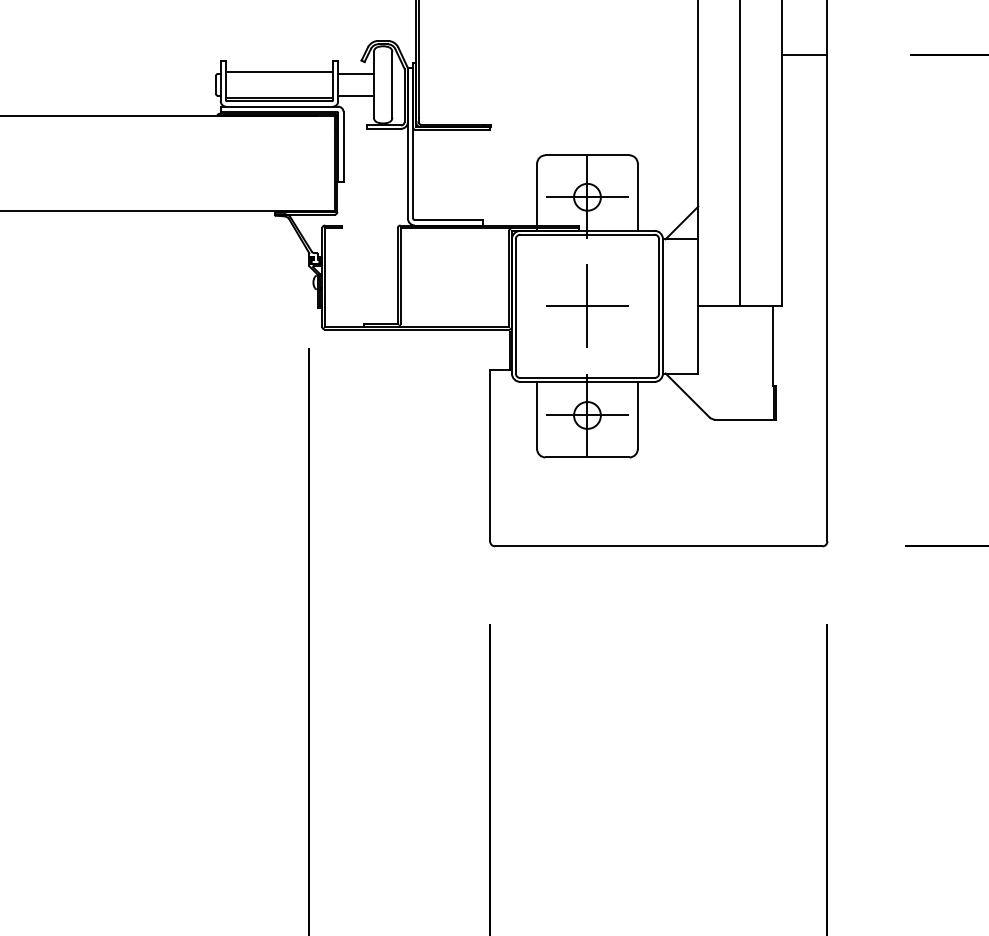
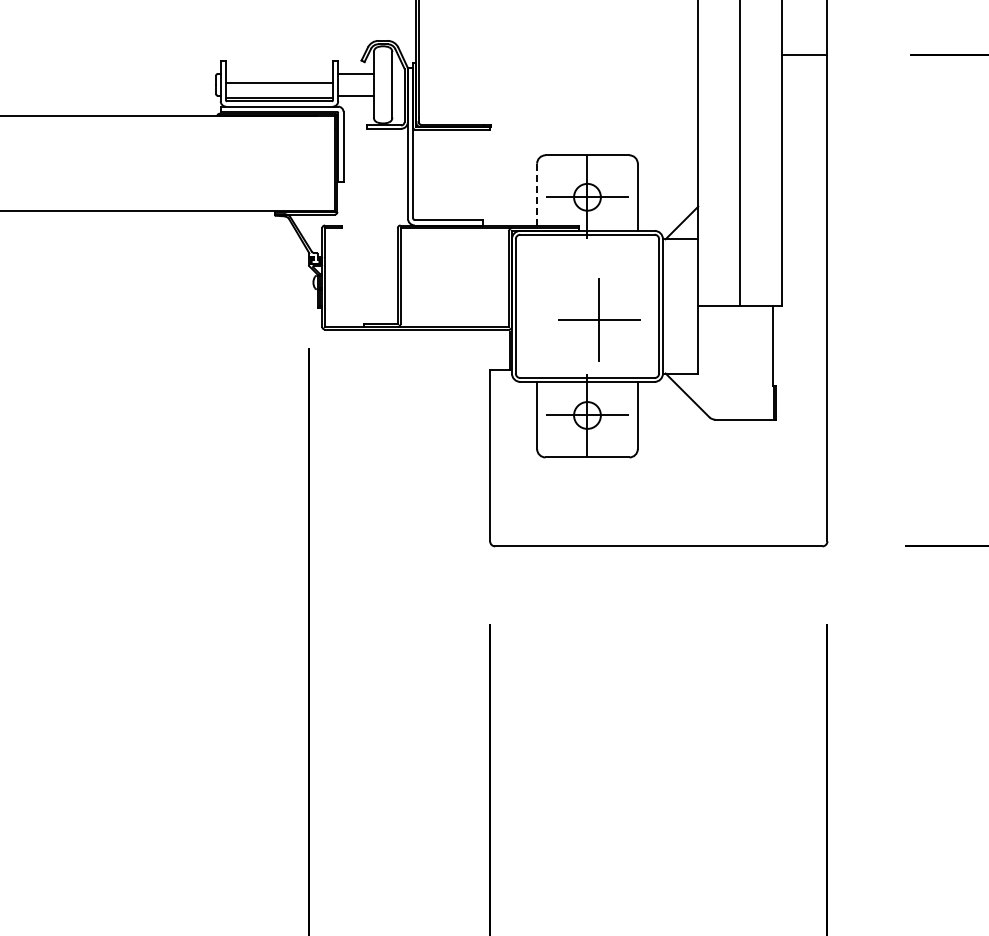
line at (279, 71) position: (279, 71) -> (279, 82)
line at (537, 197): solid -> dashed
part at (587, 305) position: (587, 305) -> (599, 319)
